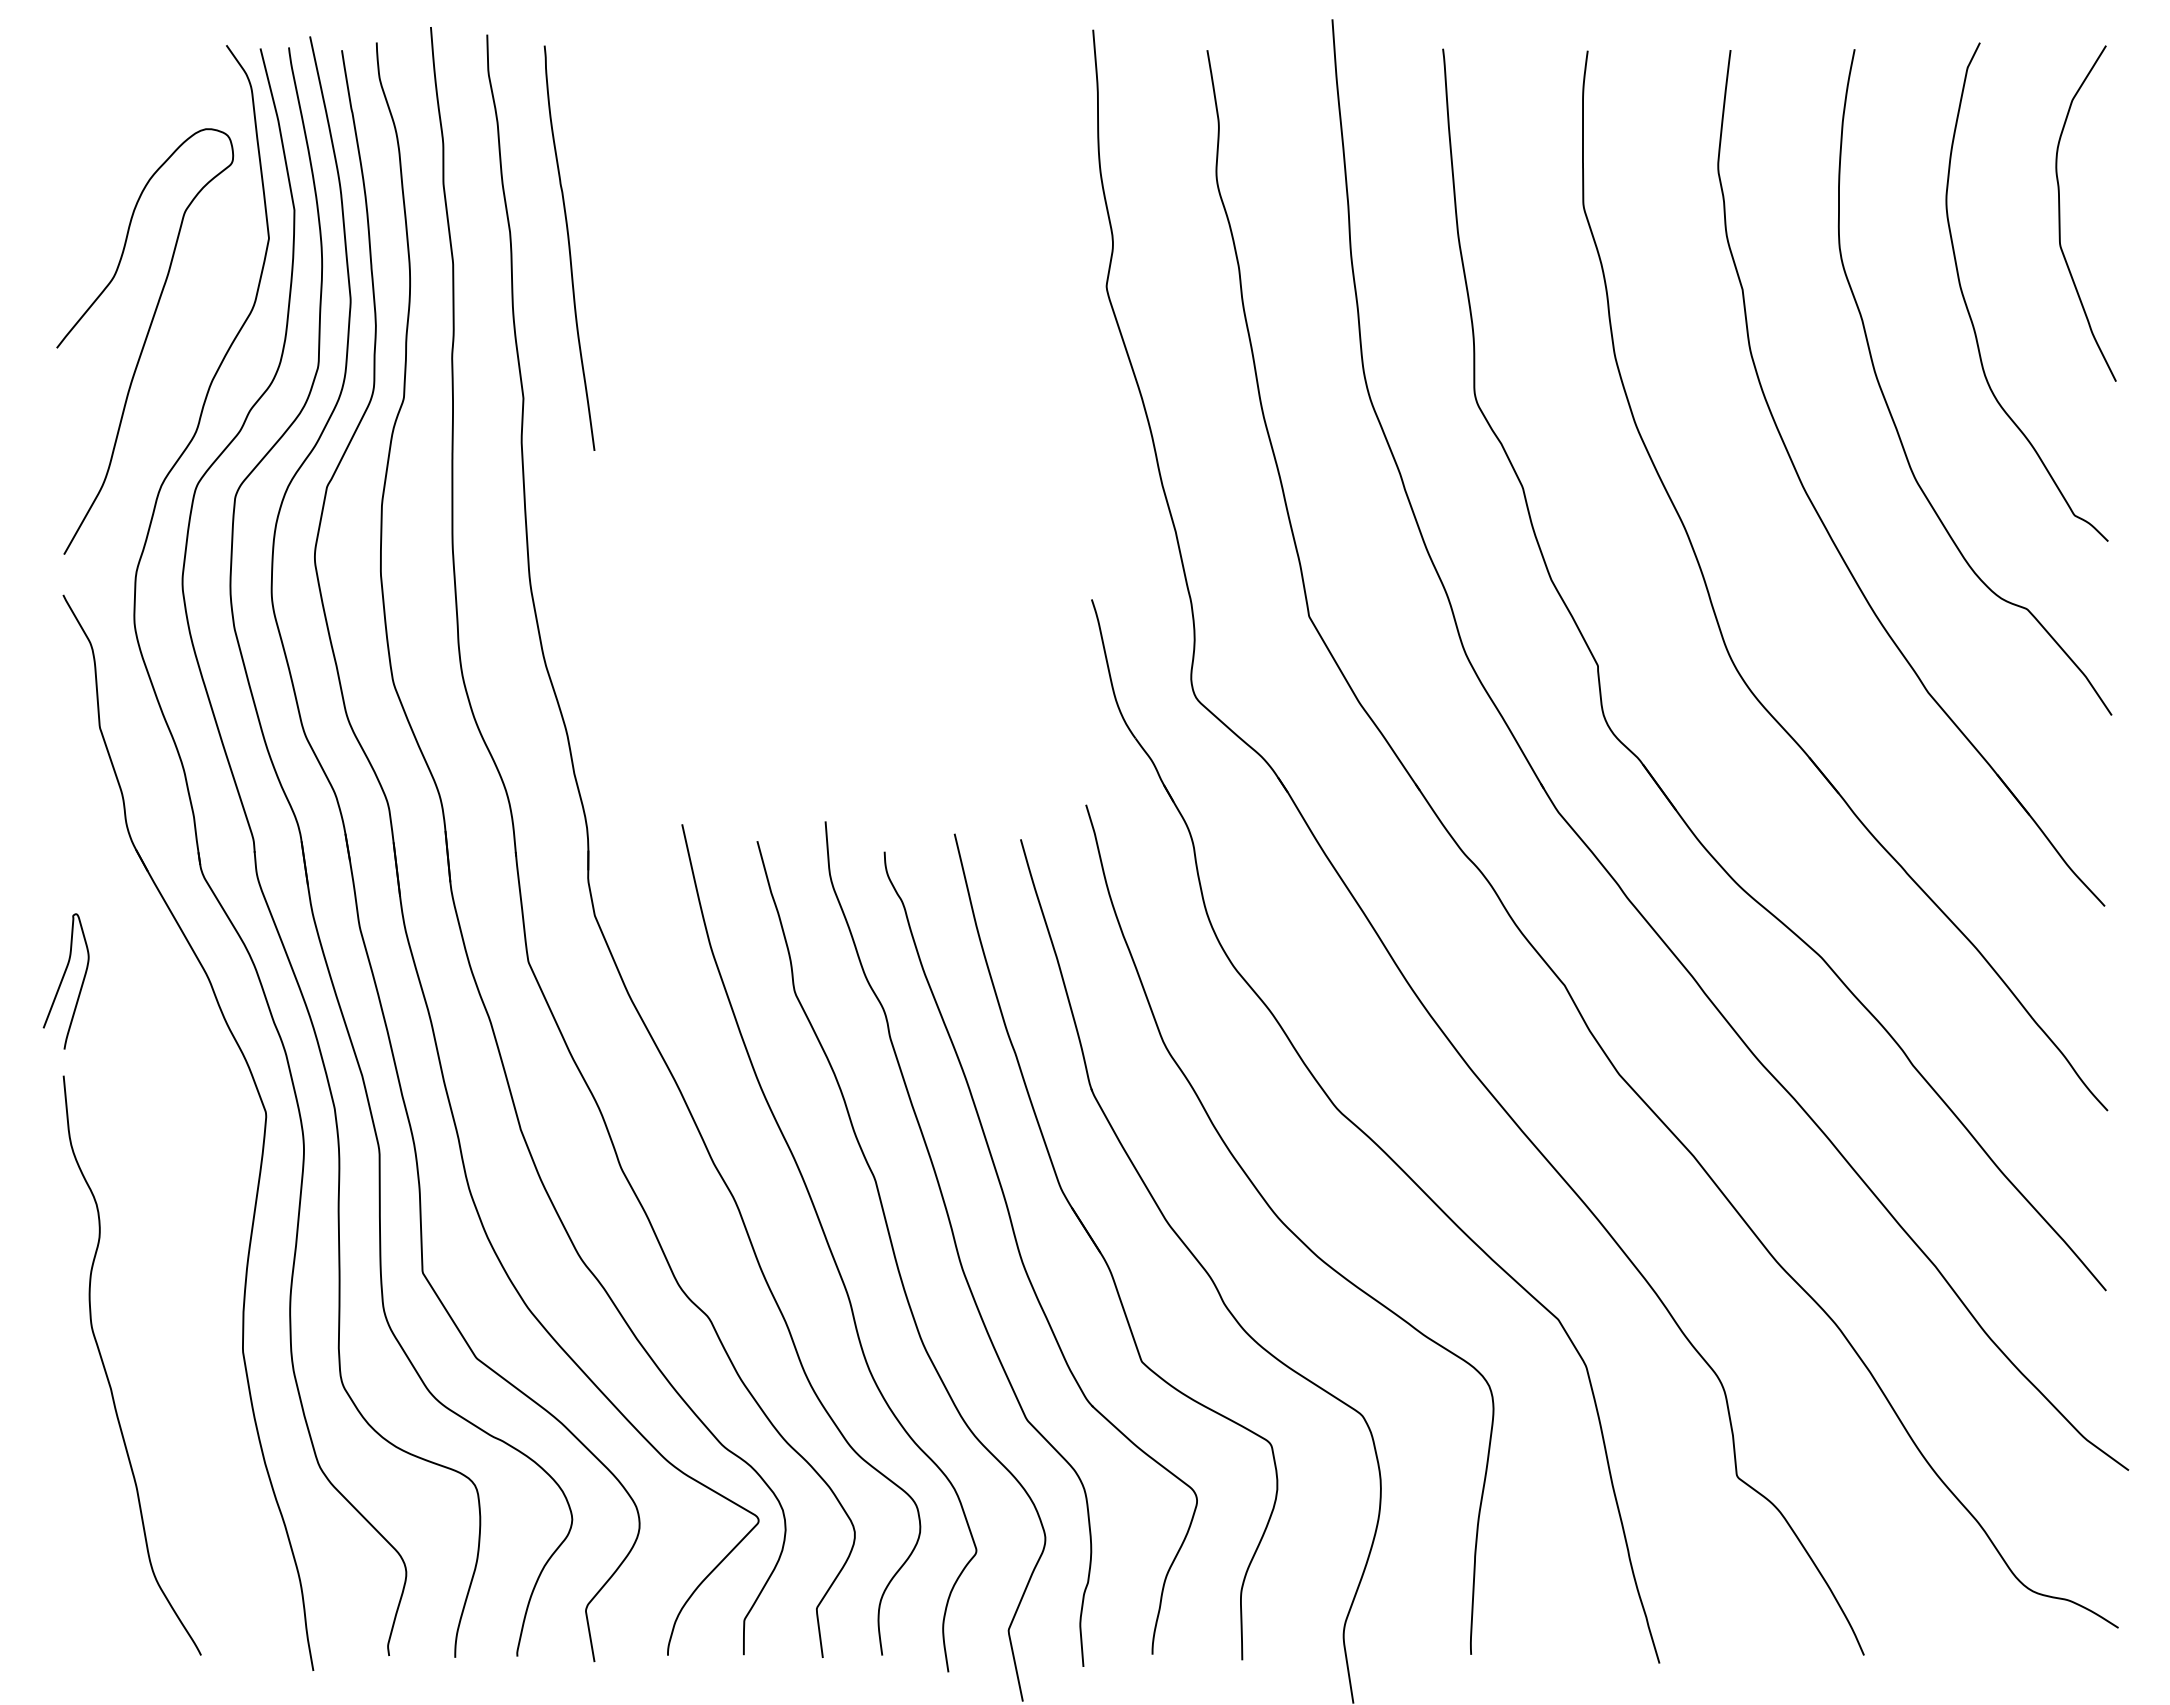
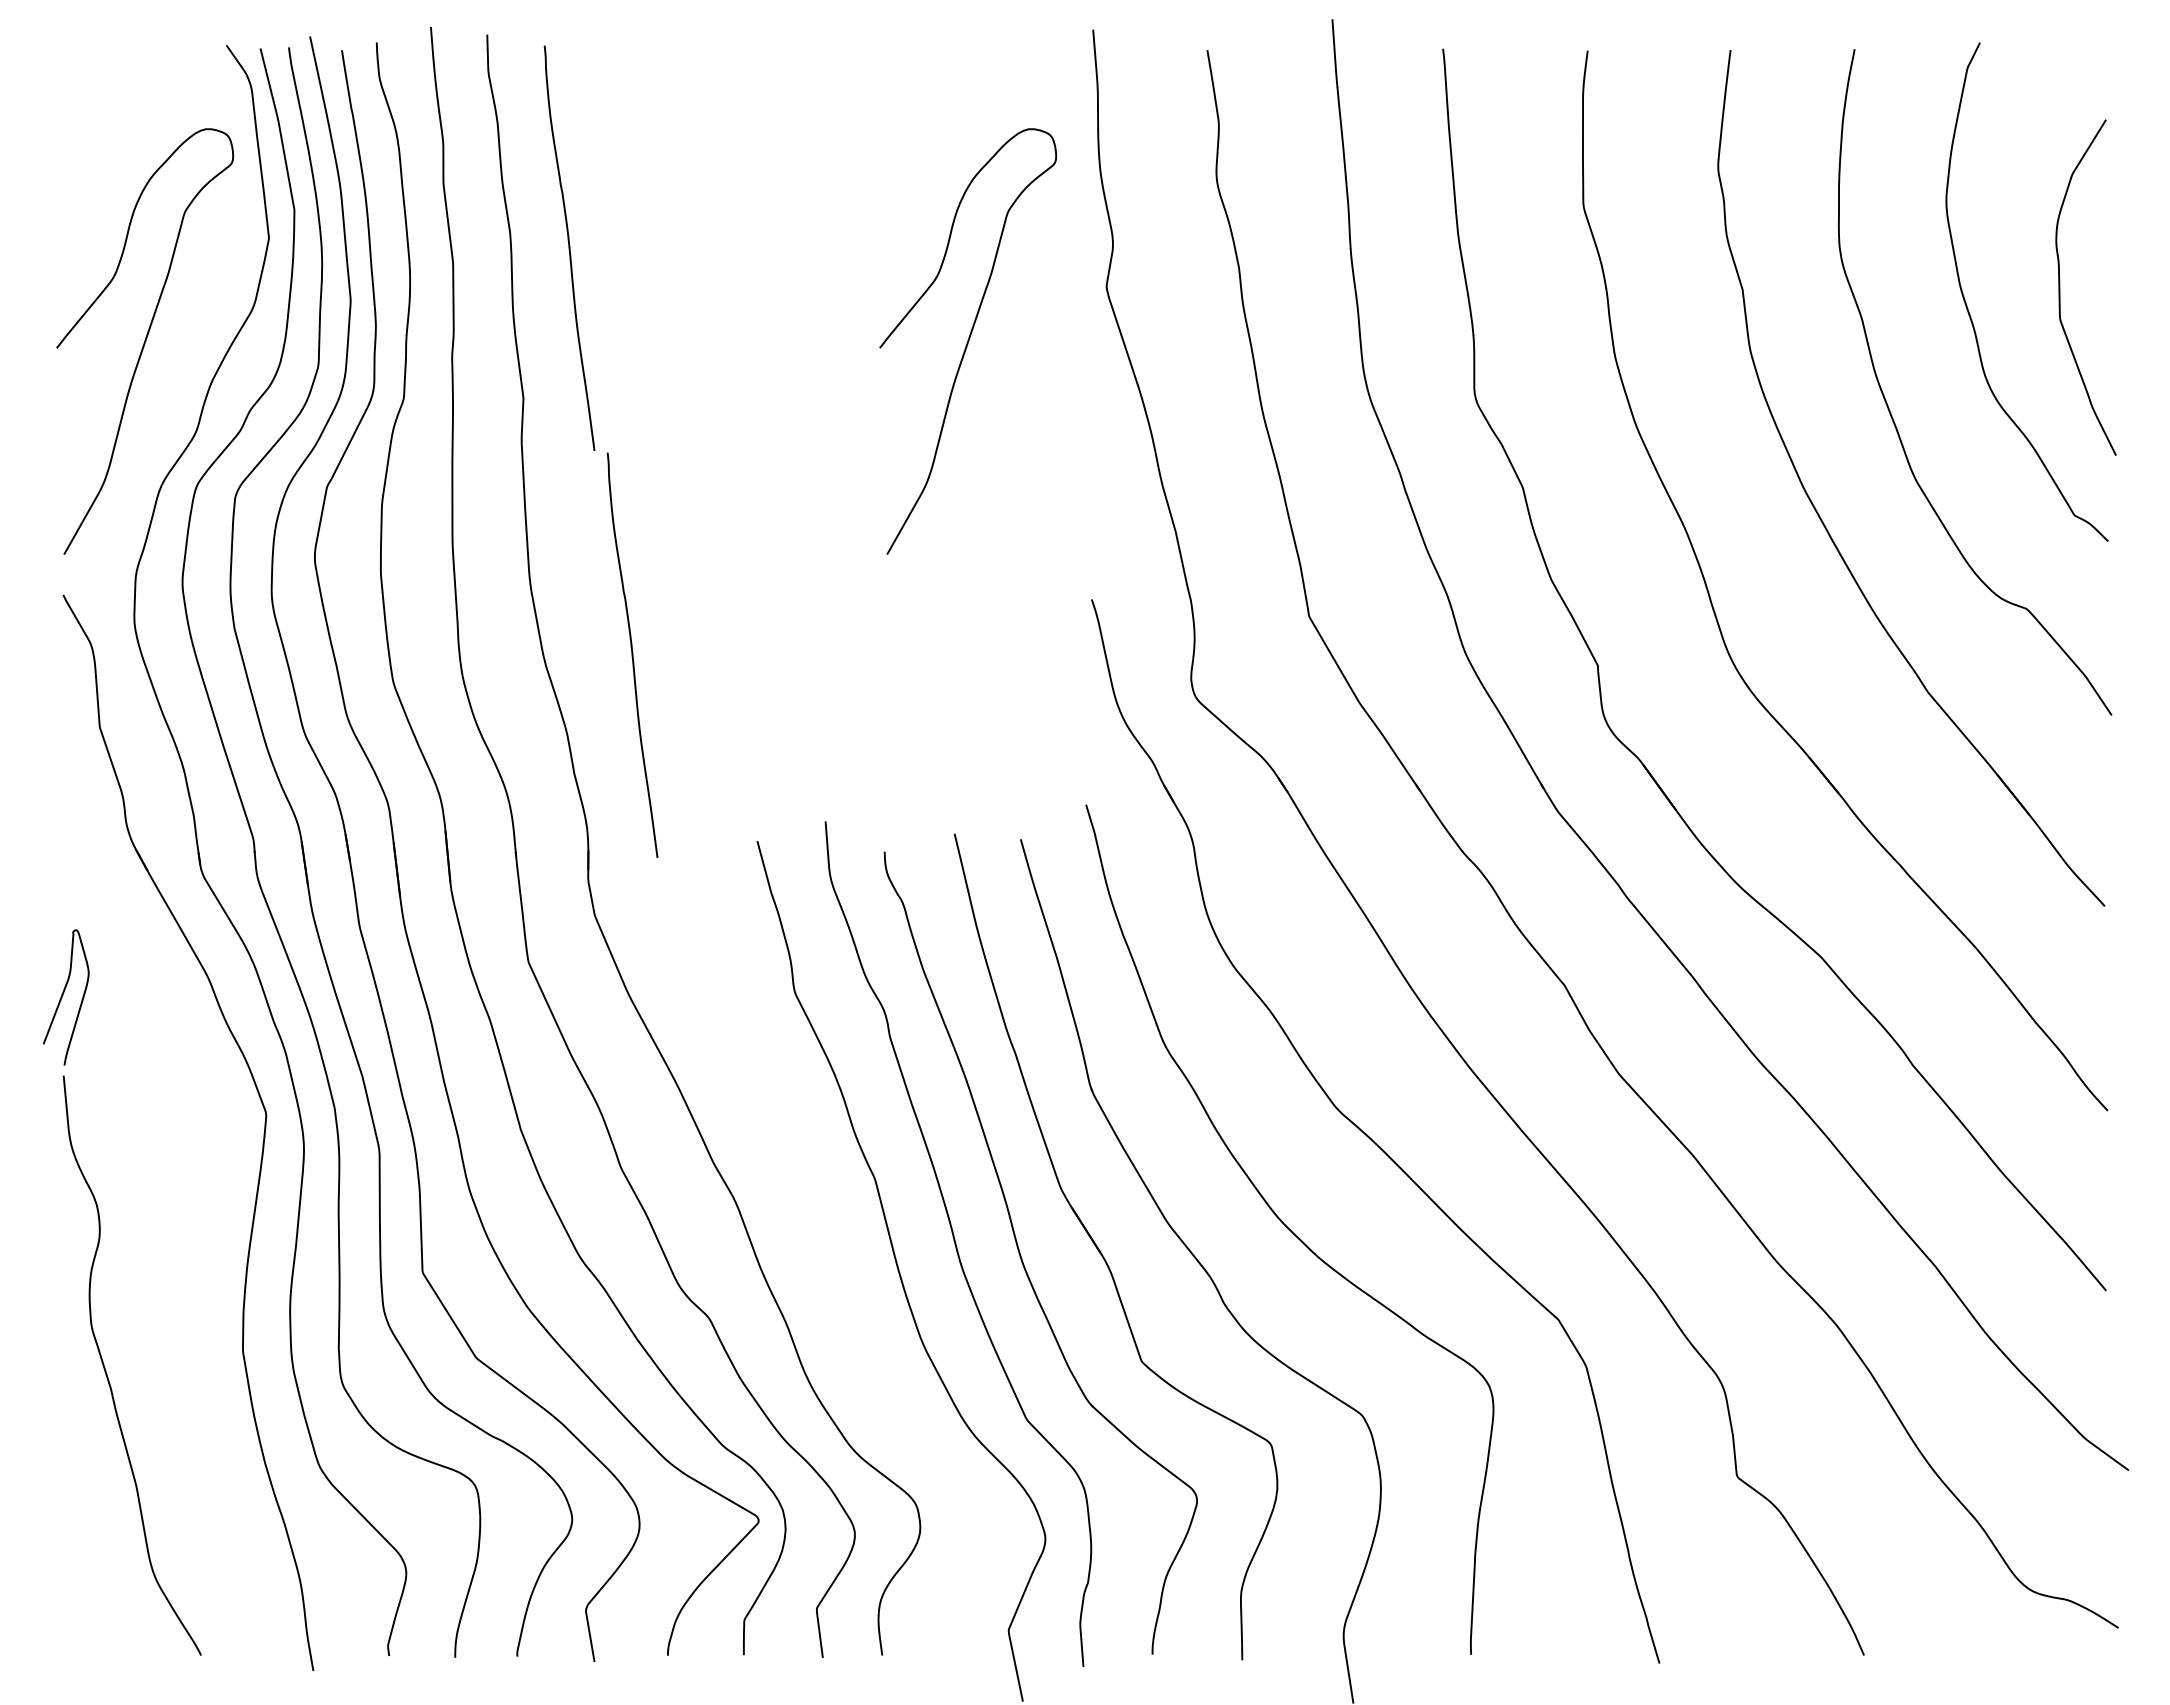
curve at (2060, 213) position: (2060, 213) -> (2060, 287)
curve at (968, 341): none -> present
curve at (632, 654): none -> present
curve at (63, 979) position: (63, 979) -> (63, 995)
curve at (829, 1248): present -> none
